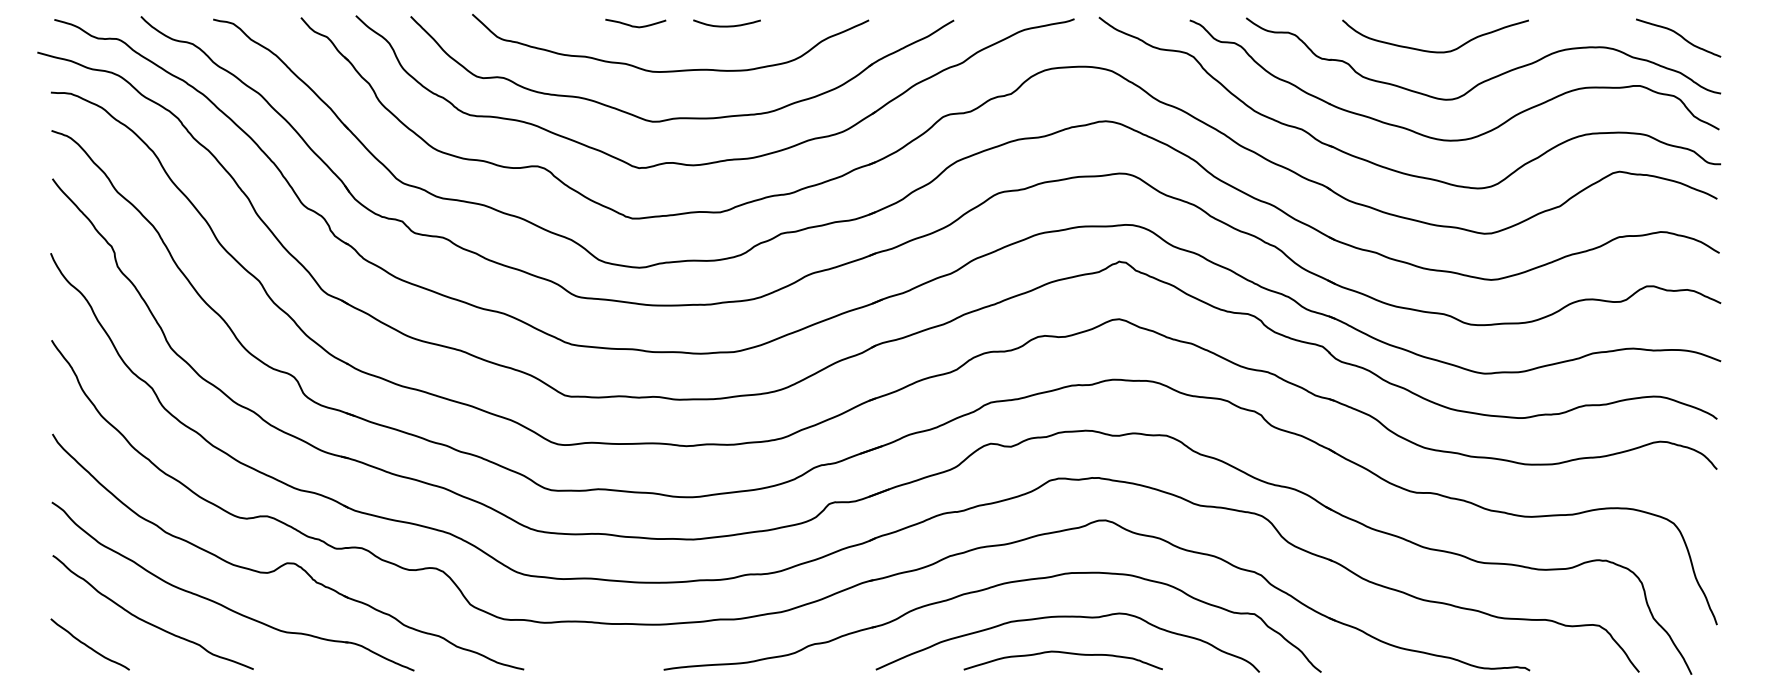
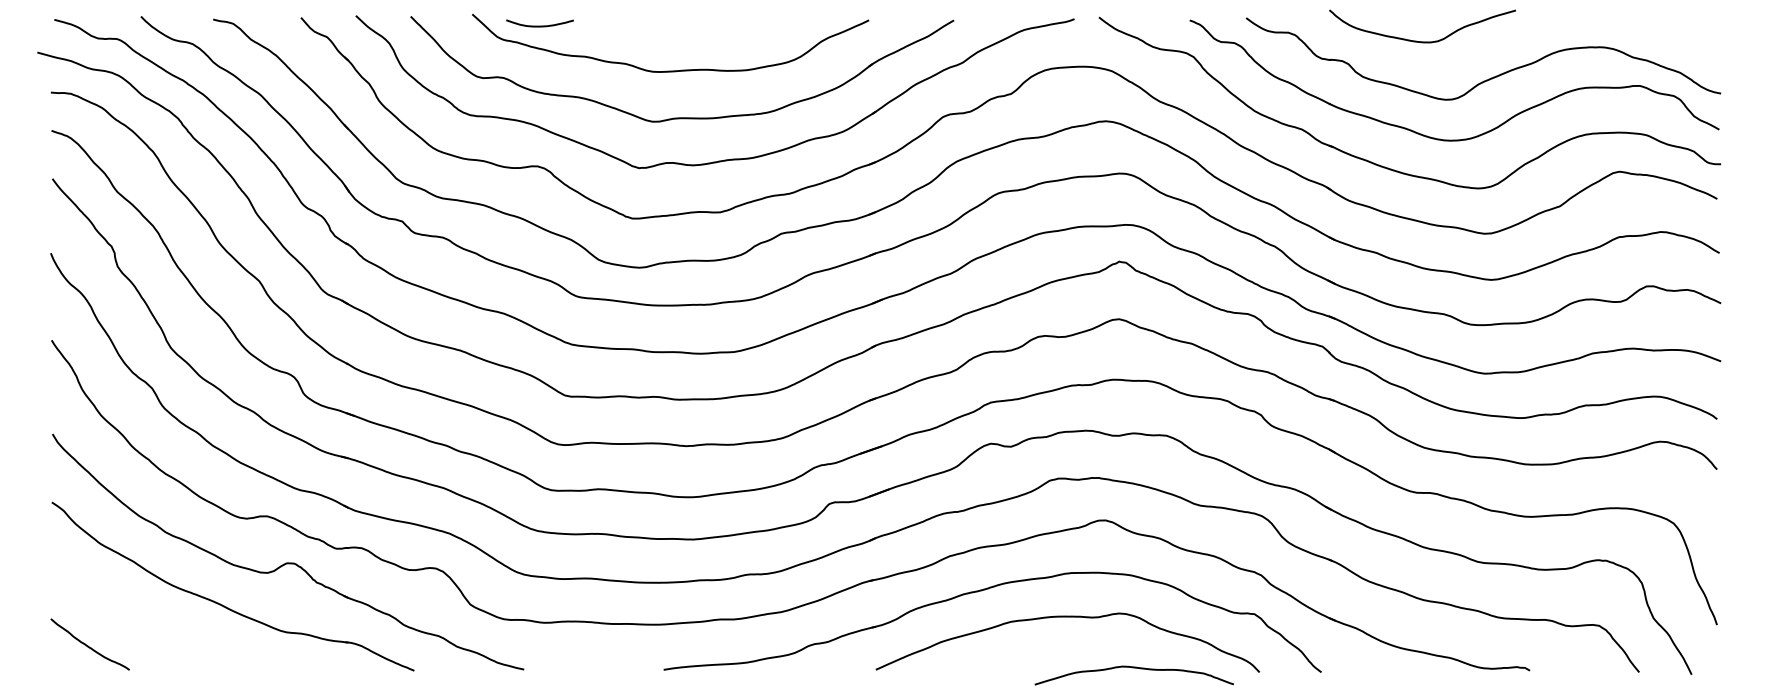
curve at (635, 25): present -> none
curve at (726, 25) position: (726, 25) -> (539, 25)
curve at (1679, 36): present -> none
curve at (1435, 51) position: (1435, 51) -> (1422, 41)
curve at (147, 621): present -> none
curve at (1062, 653) position: (1062, 653) -> (1133, 668)
